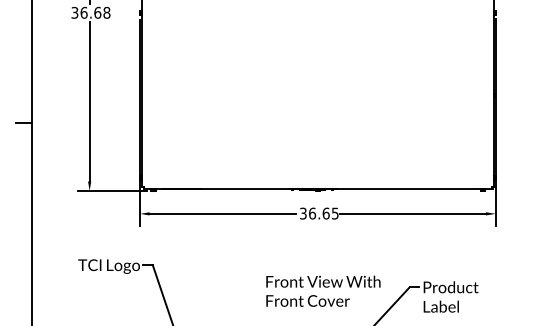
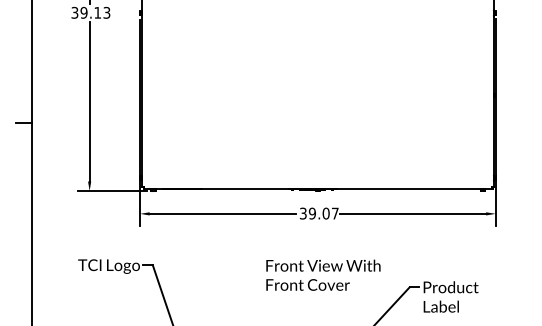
text at (95, 12): 36.68 -> 39.13
text at (323, 213): 36.65 -> 39.07
text at (323, 290) position: (323, 290) -> (323, 274)
